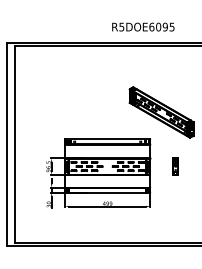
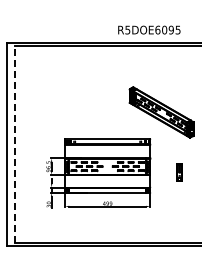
text at (143, 26) position: (143, 26) -> (149, 29)
line at (15, 144): solid -> dashed
part at (175, 166) position: (175, 166) -> (179, 172)
